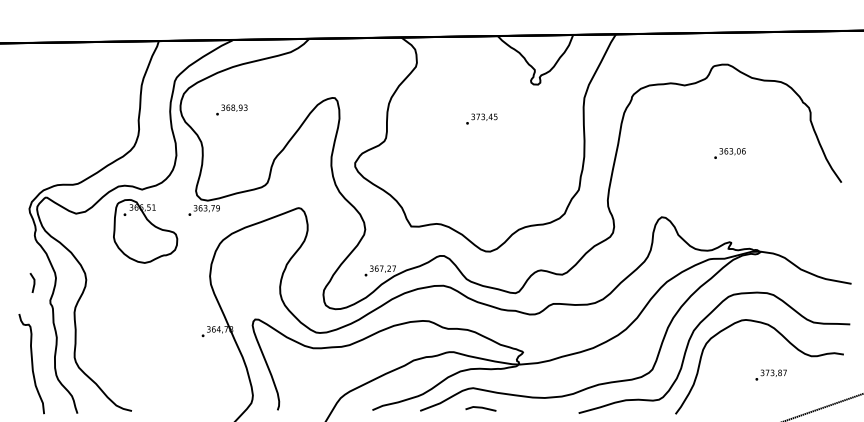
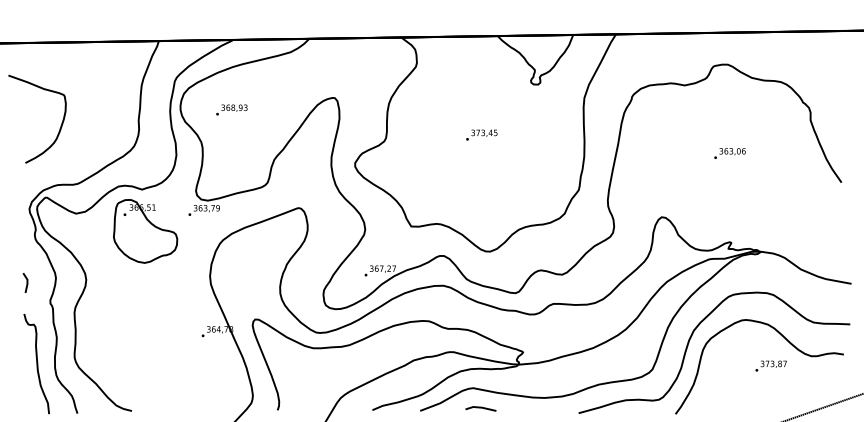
text at (481, 118) position: (481, 118) -> (481, 134)
curve at (60, 125): none -> present
line at (33, 282) position: (33, 282) -> (26, 282)
curve at (31, 364) position: (31, 364) -> (36, 364)
text at (770, 374) position: (770, 374) -> (770, 365)
